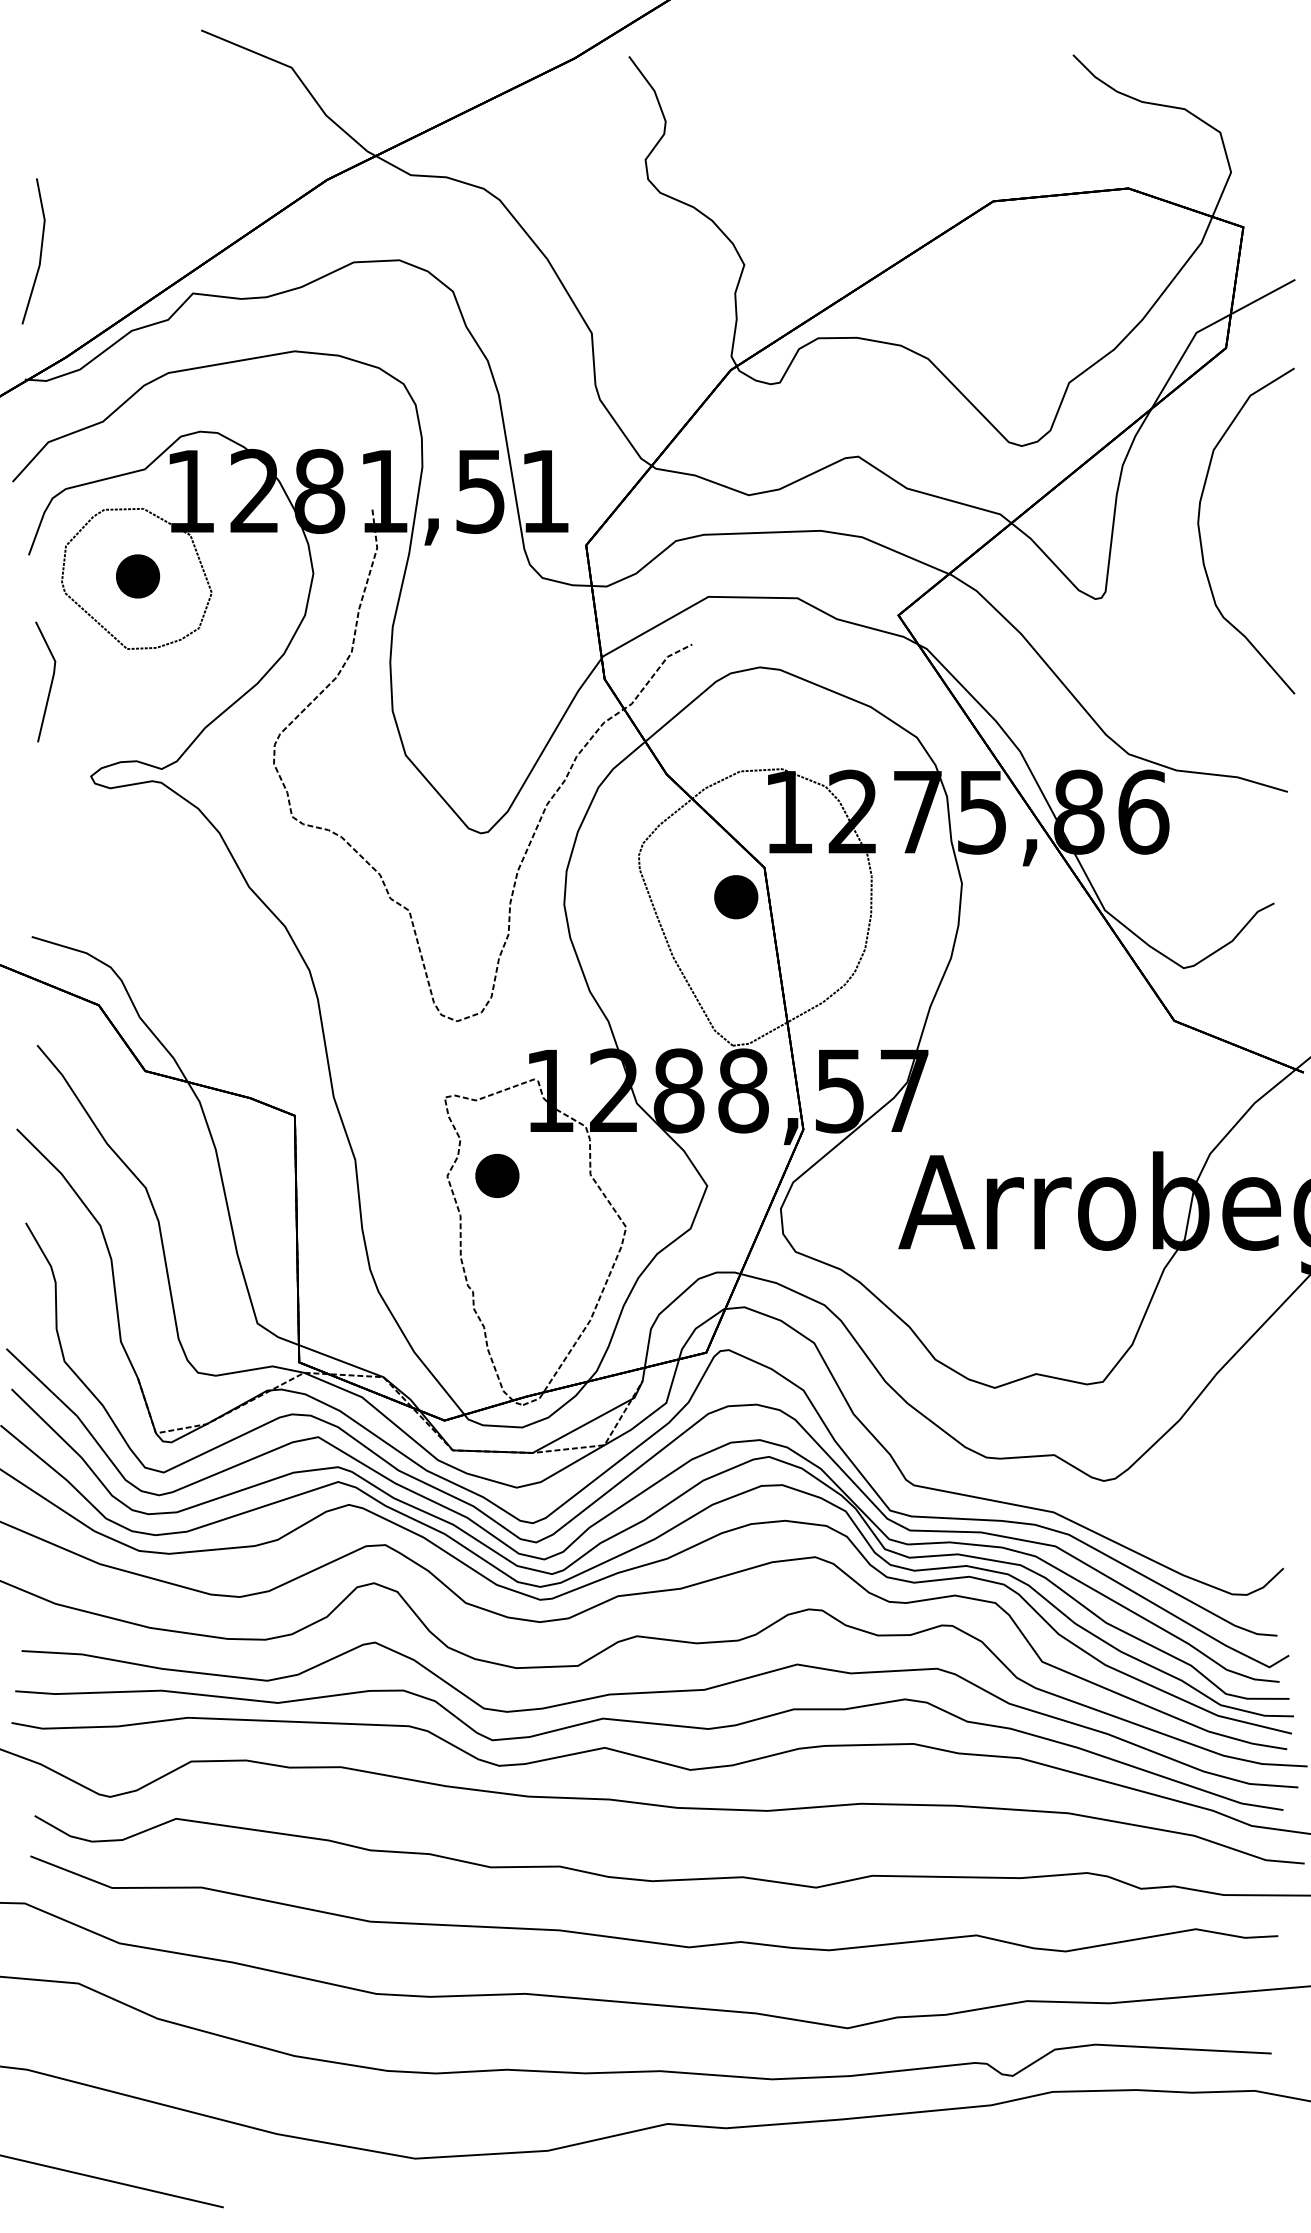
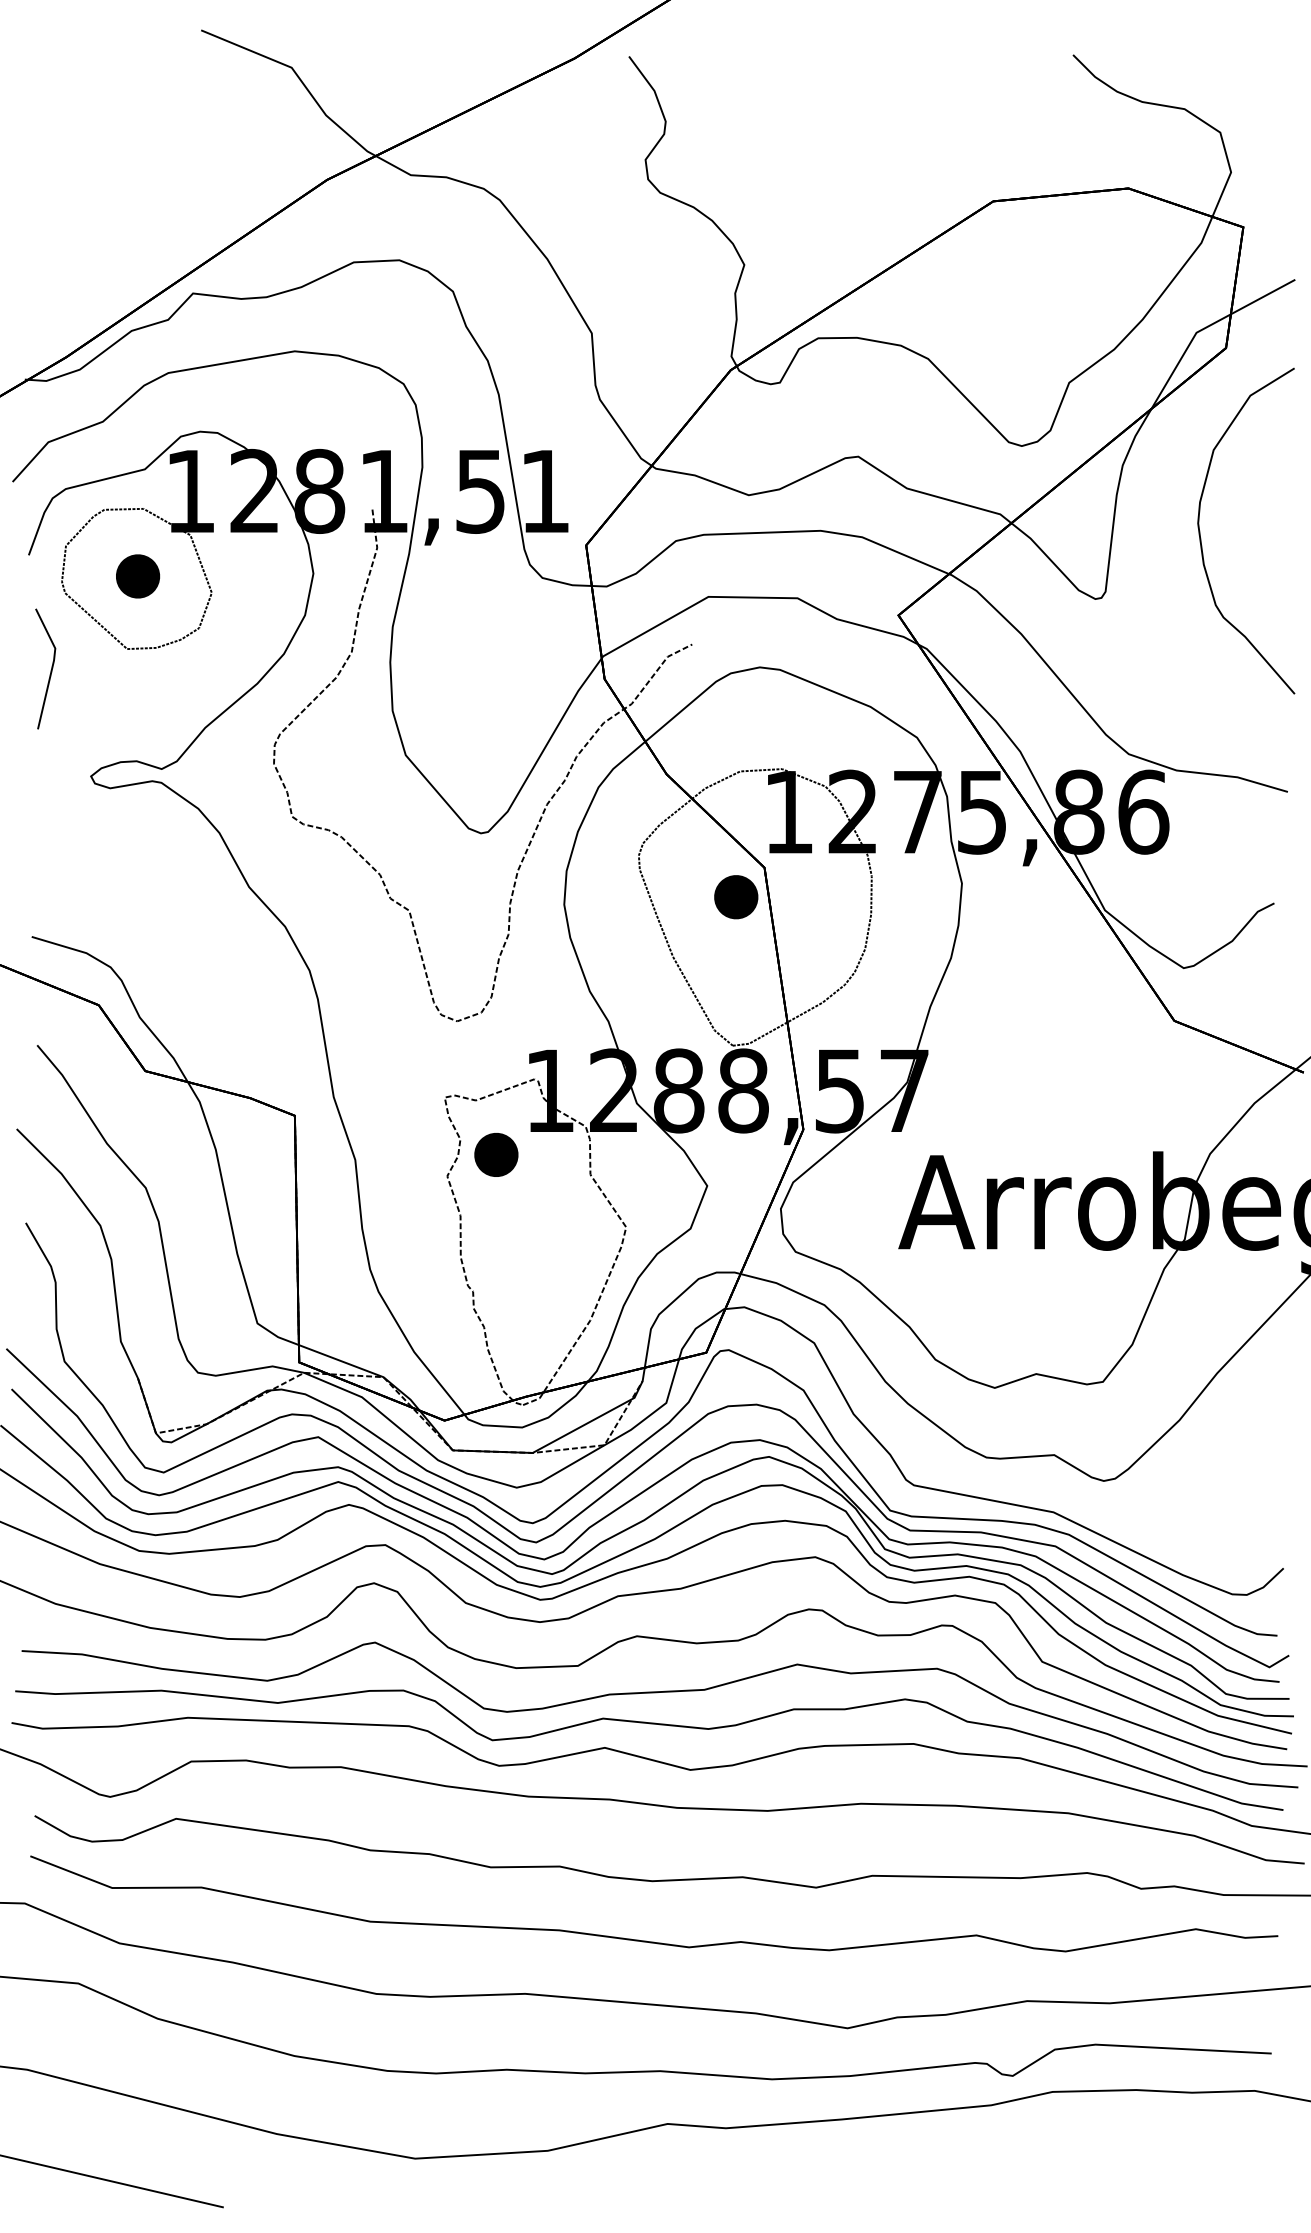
line at (40, 251): present -> none
line at (50, 683) position: (50, 683) -> (50, 670)
part at (497, 1175) position: (497, 1175) -> (496, 1154)
